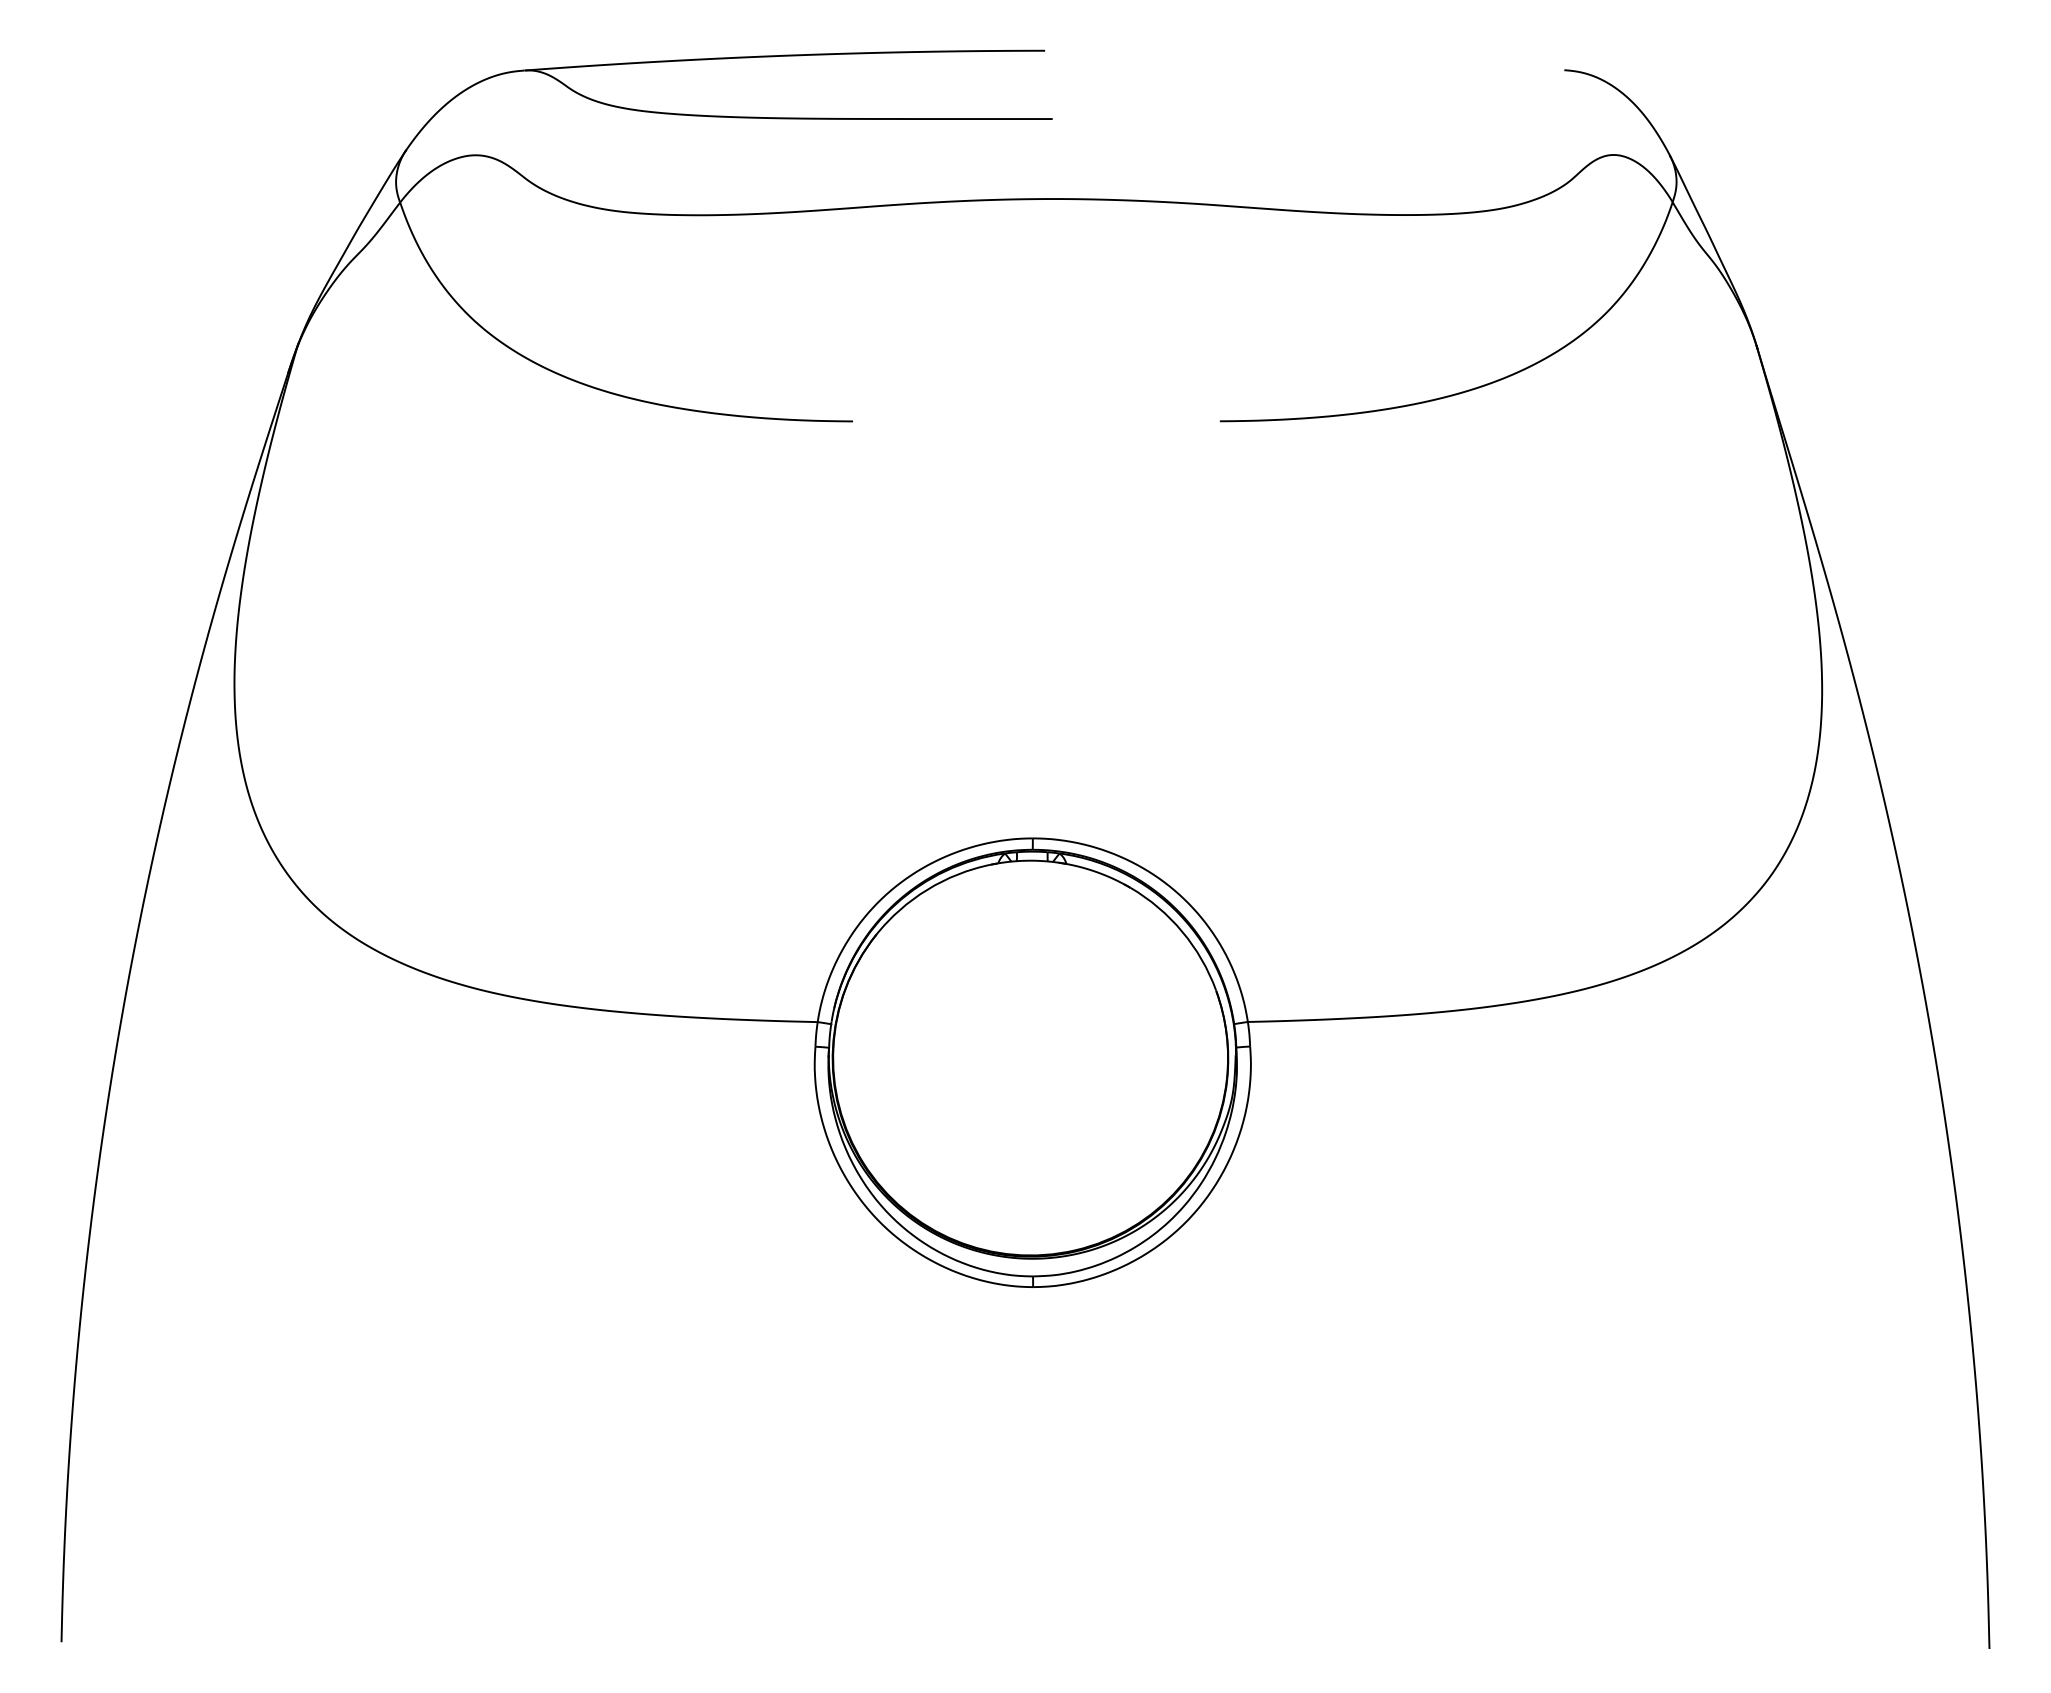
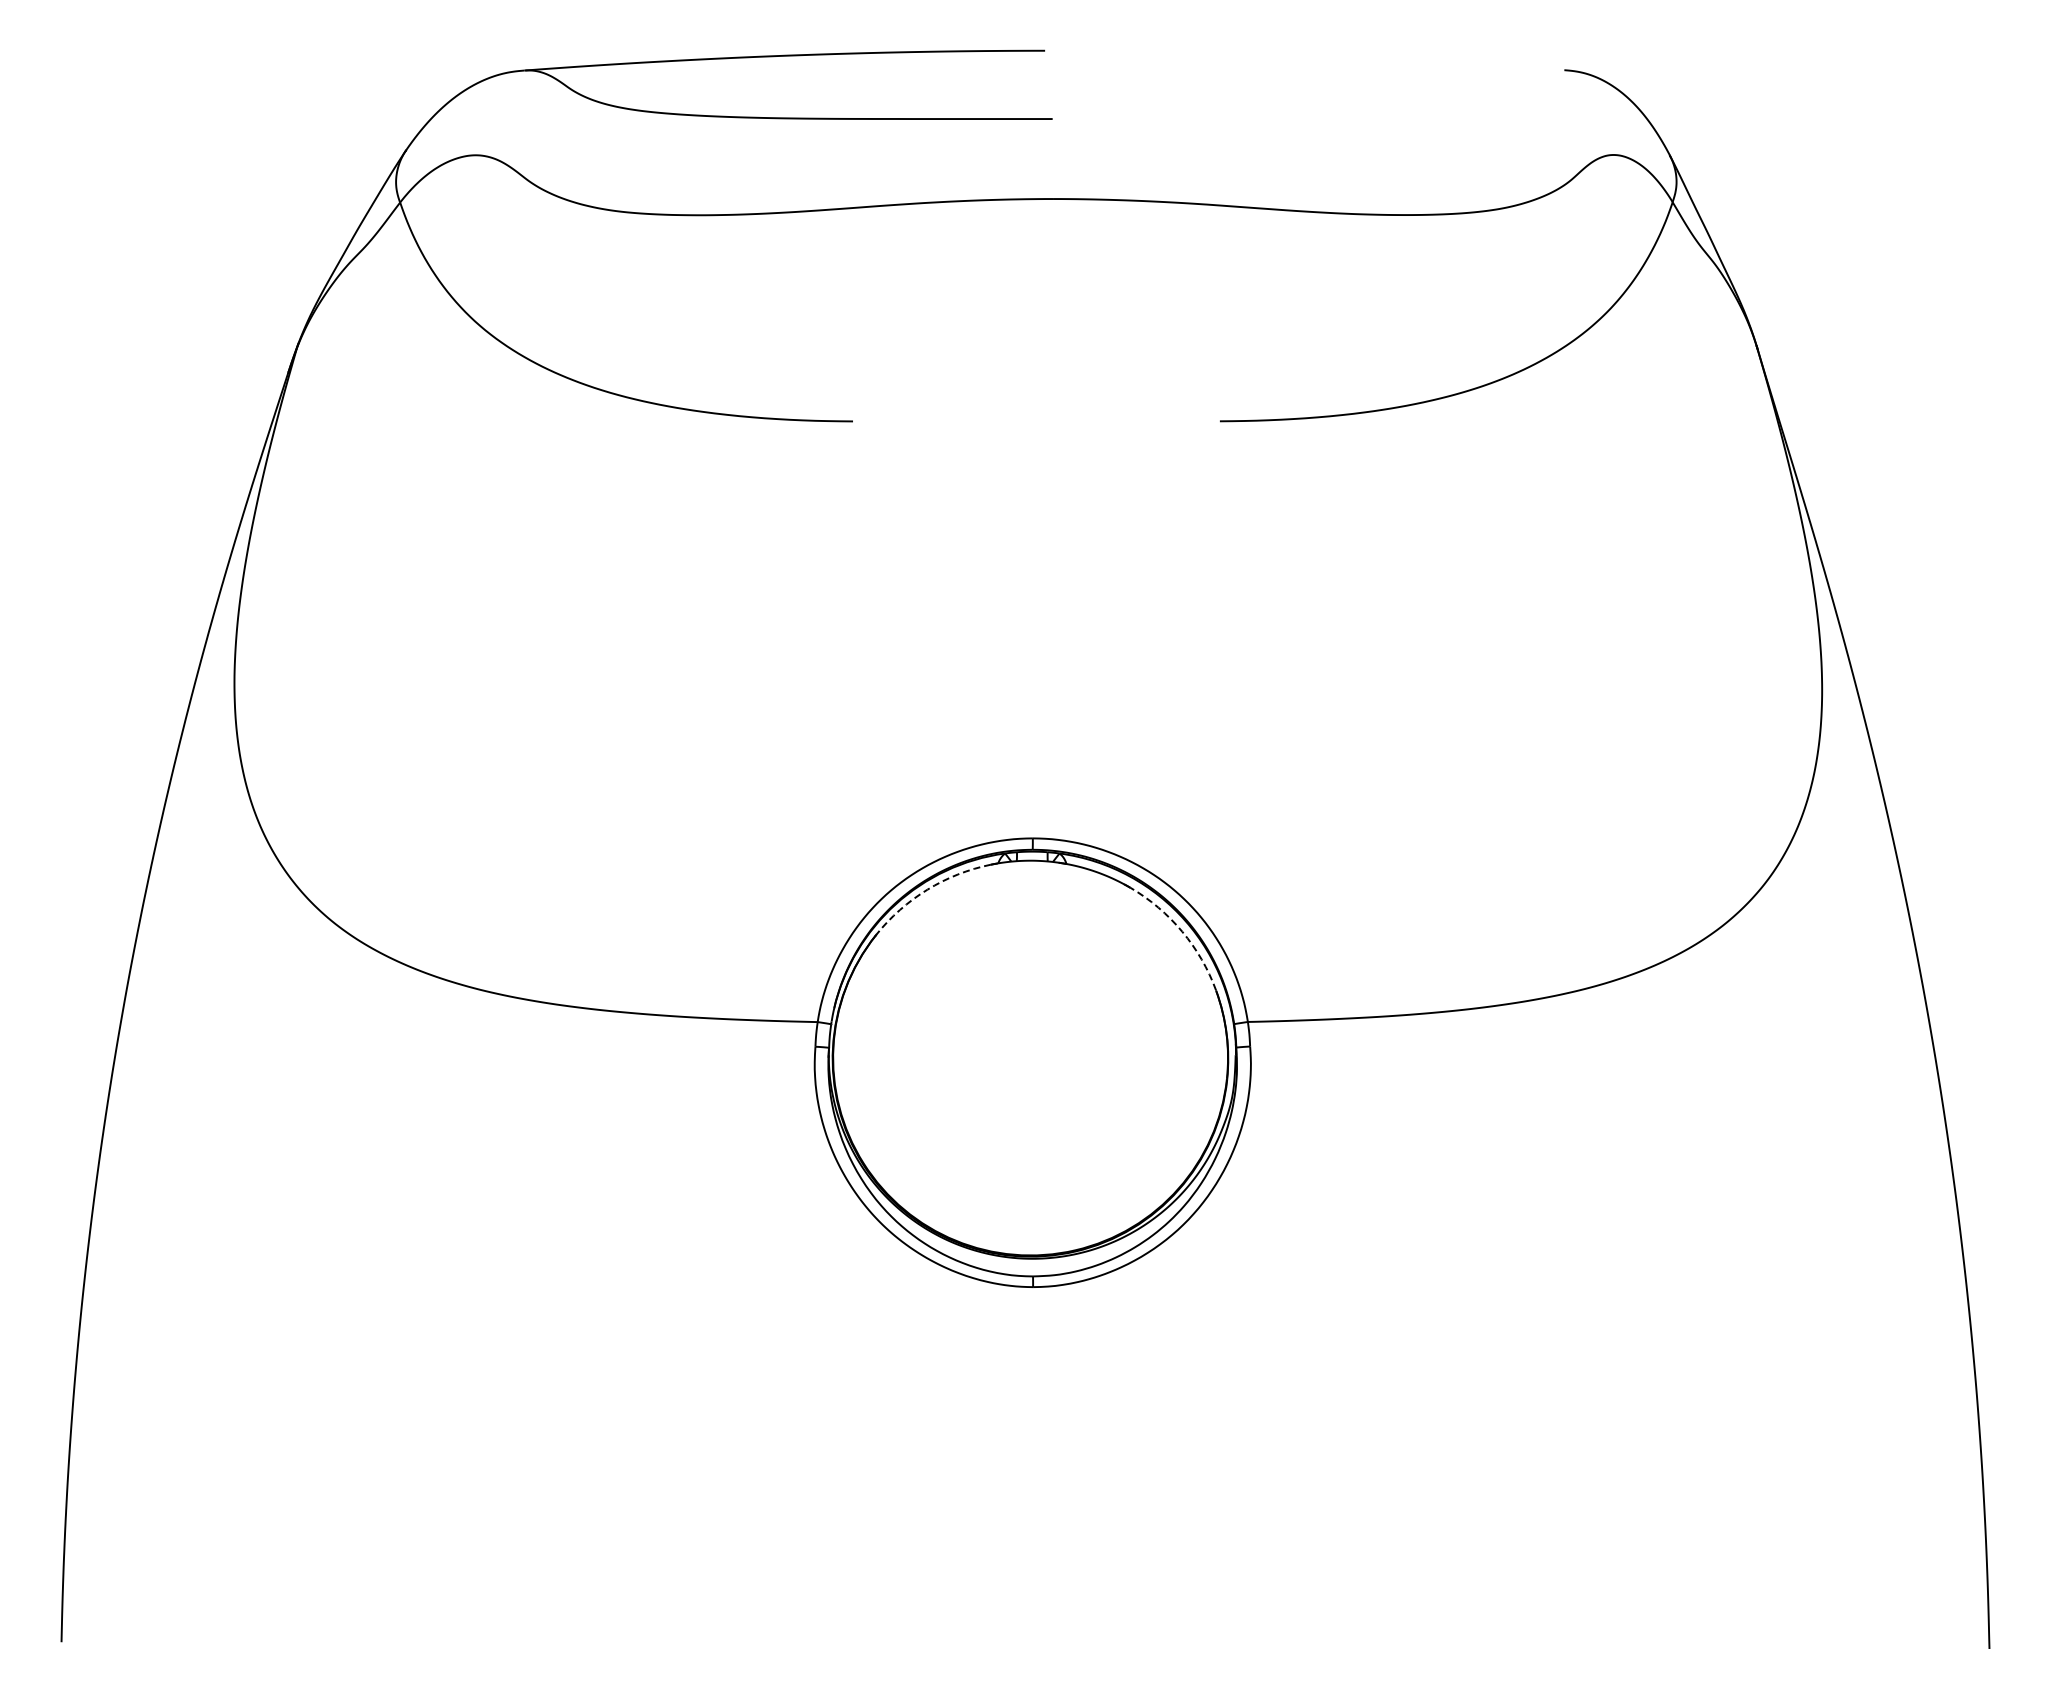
arc at (927, 889): solid -> dashed
arc at (1182, 931): solid -> dashed
